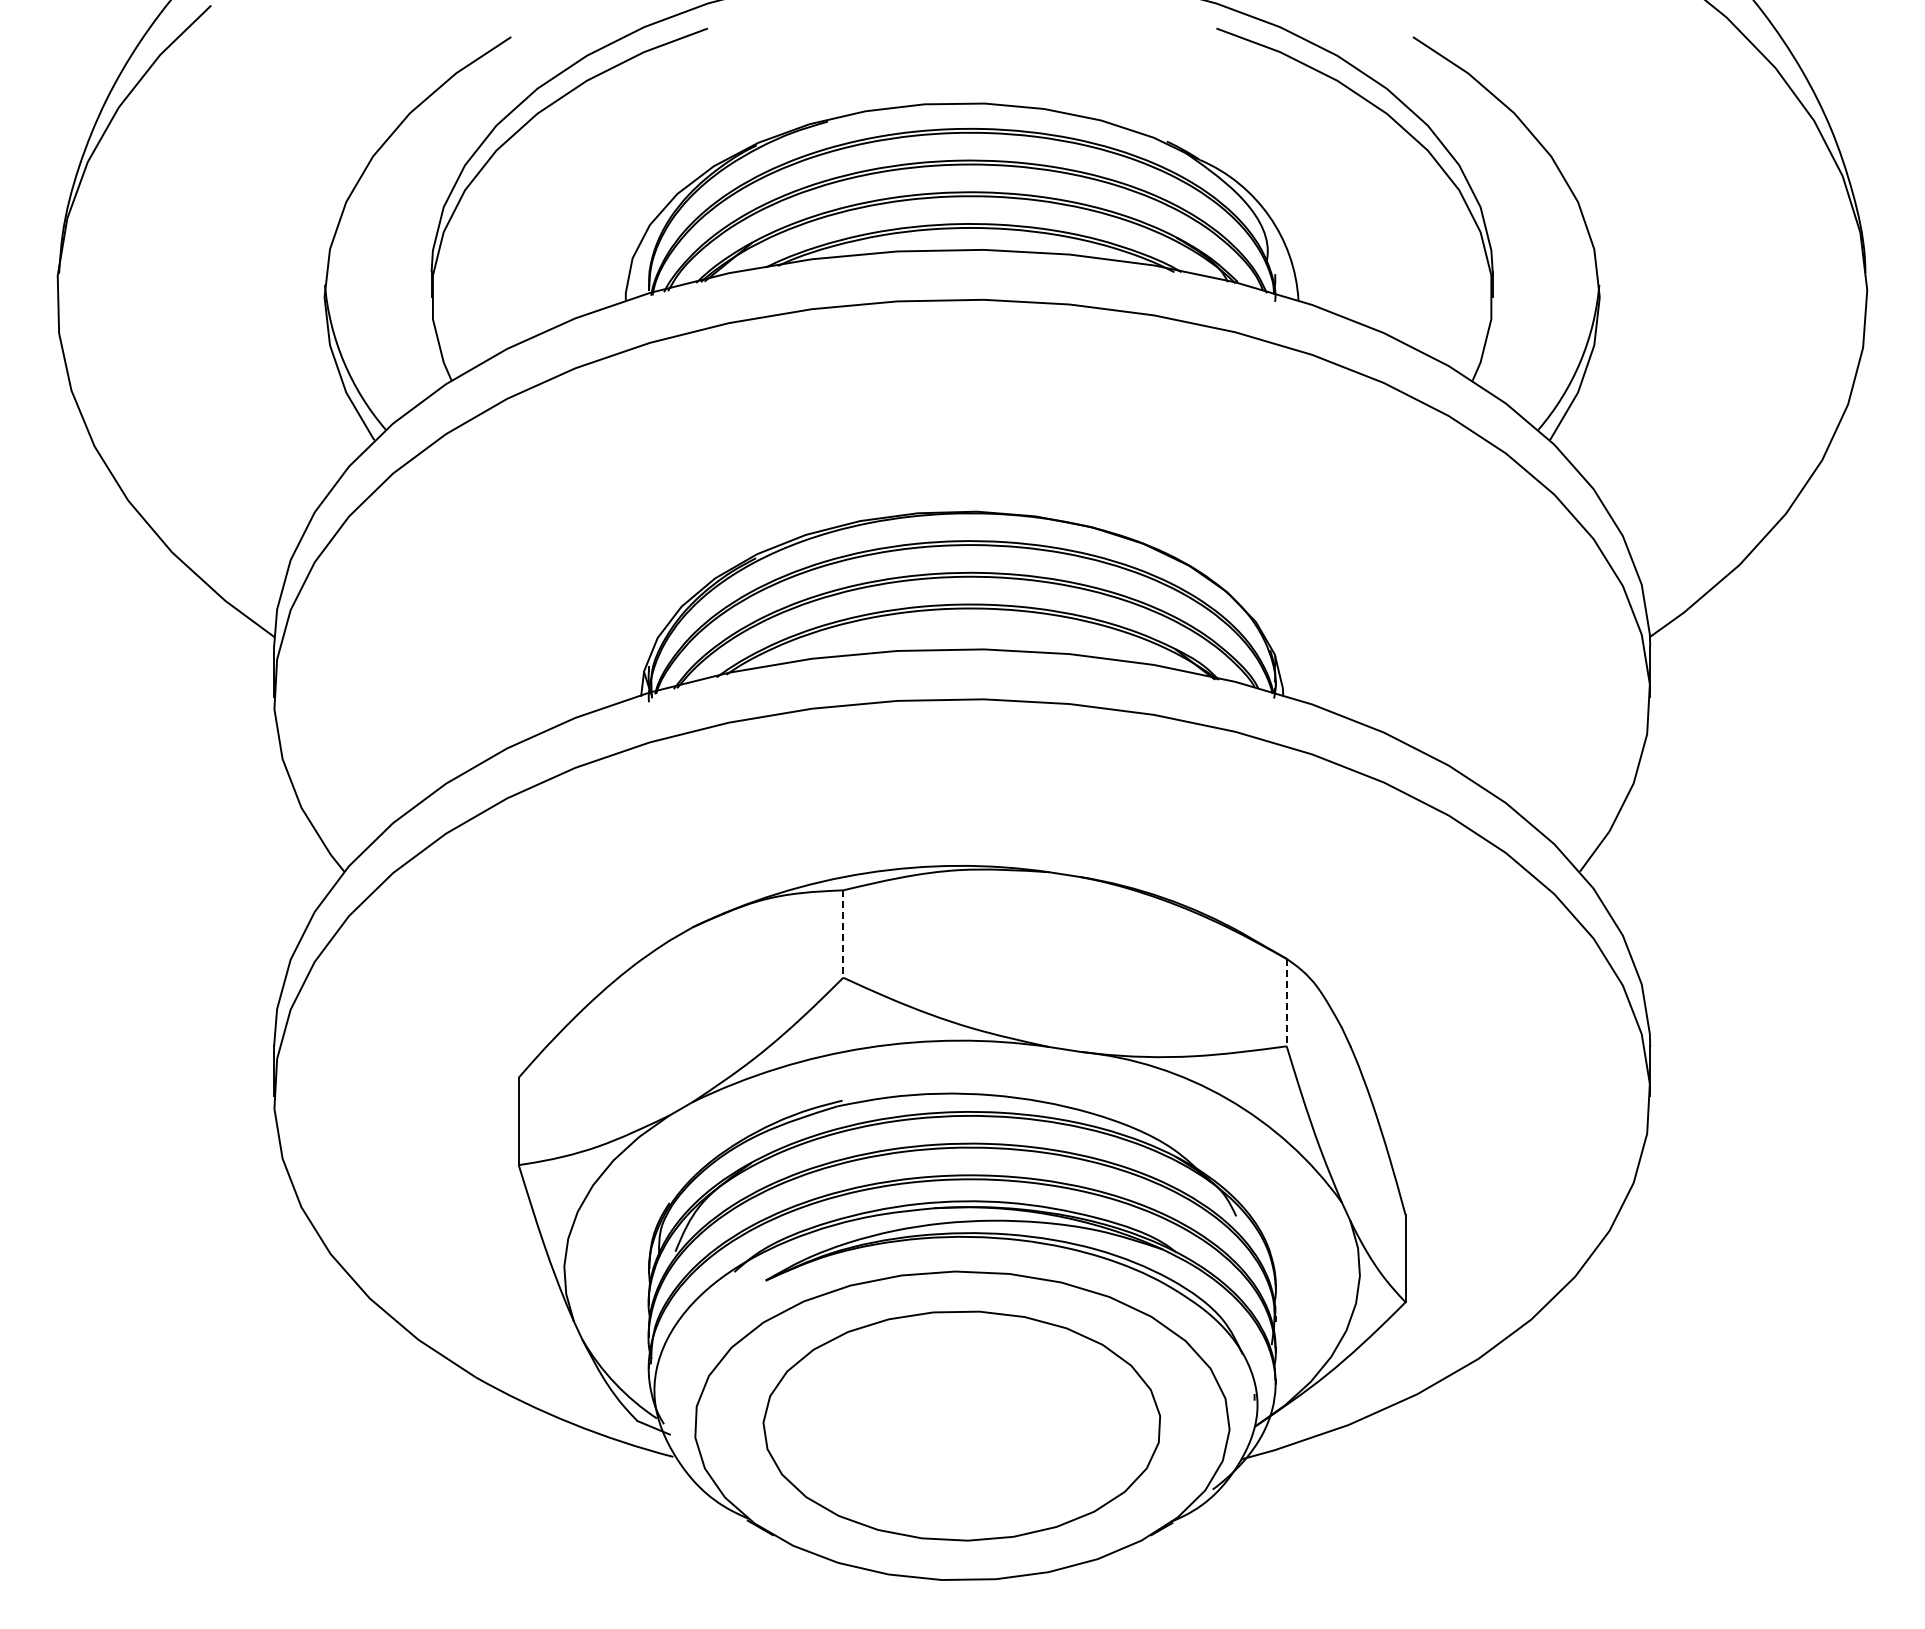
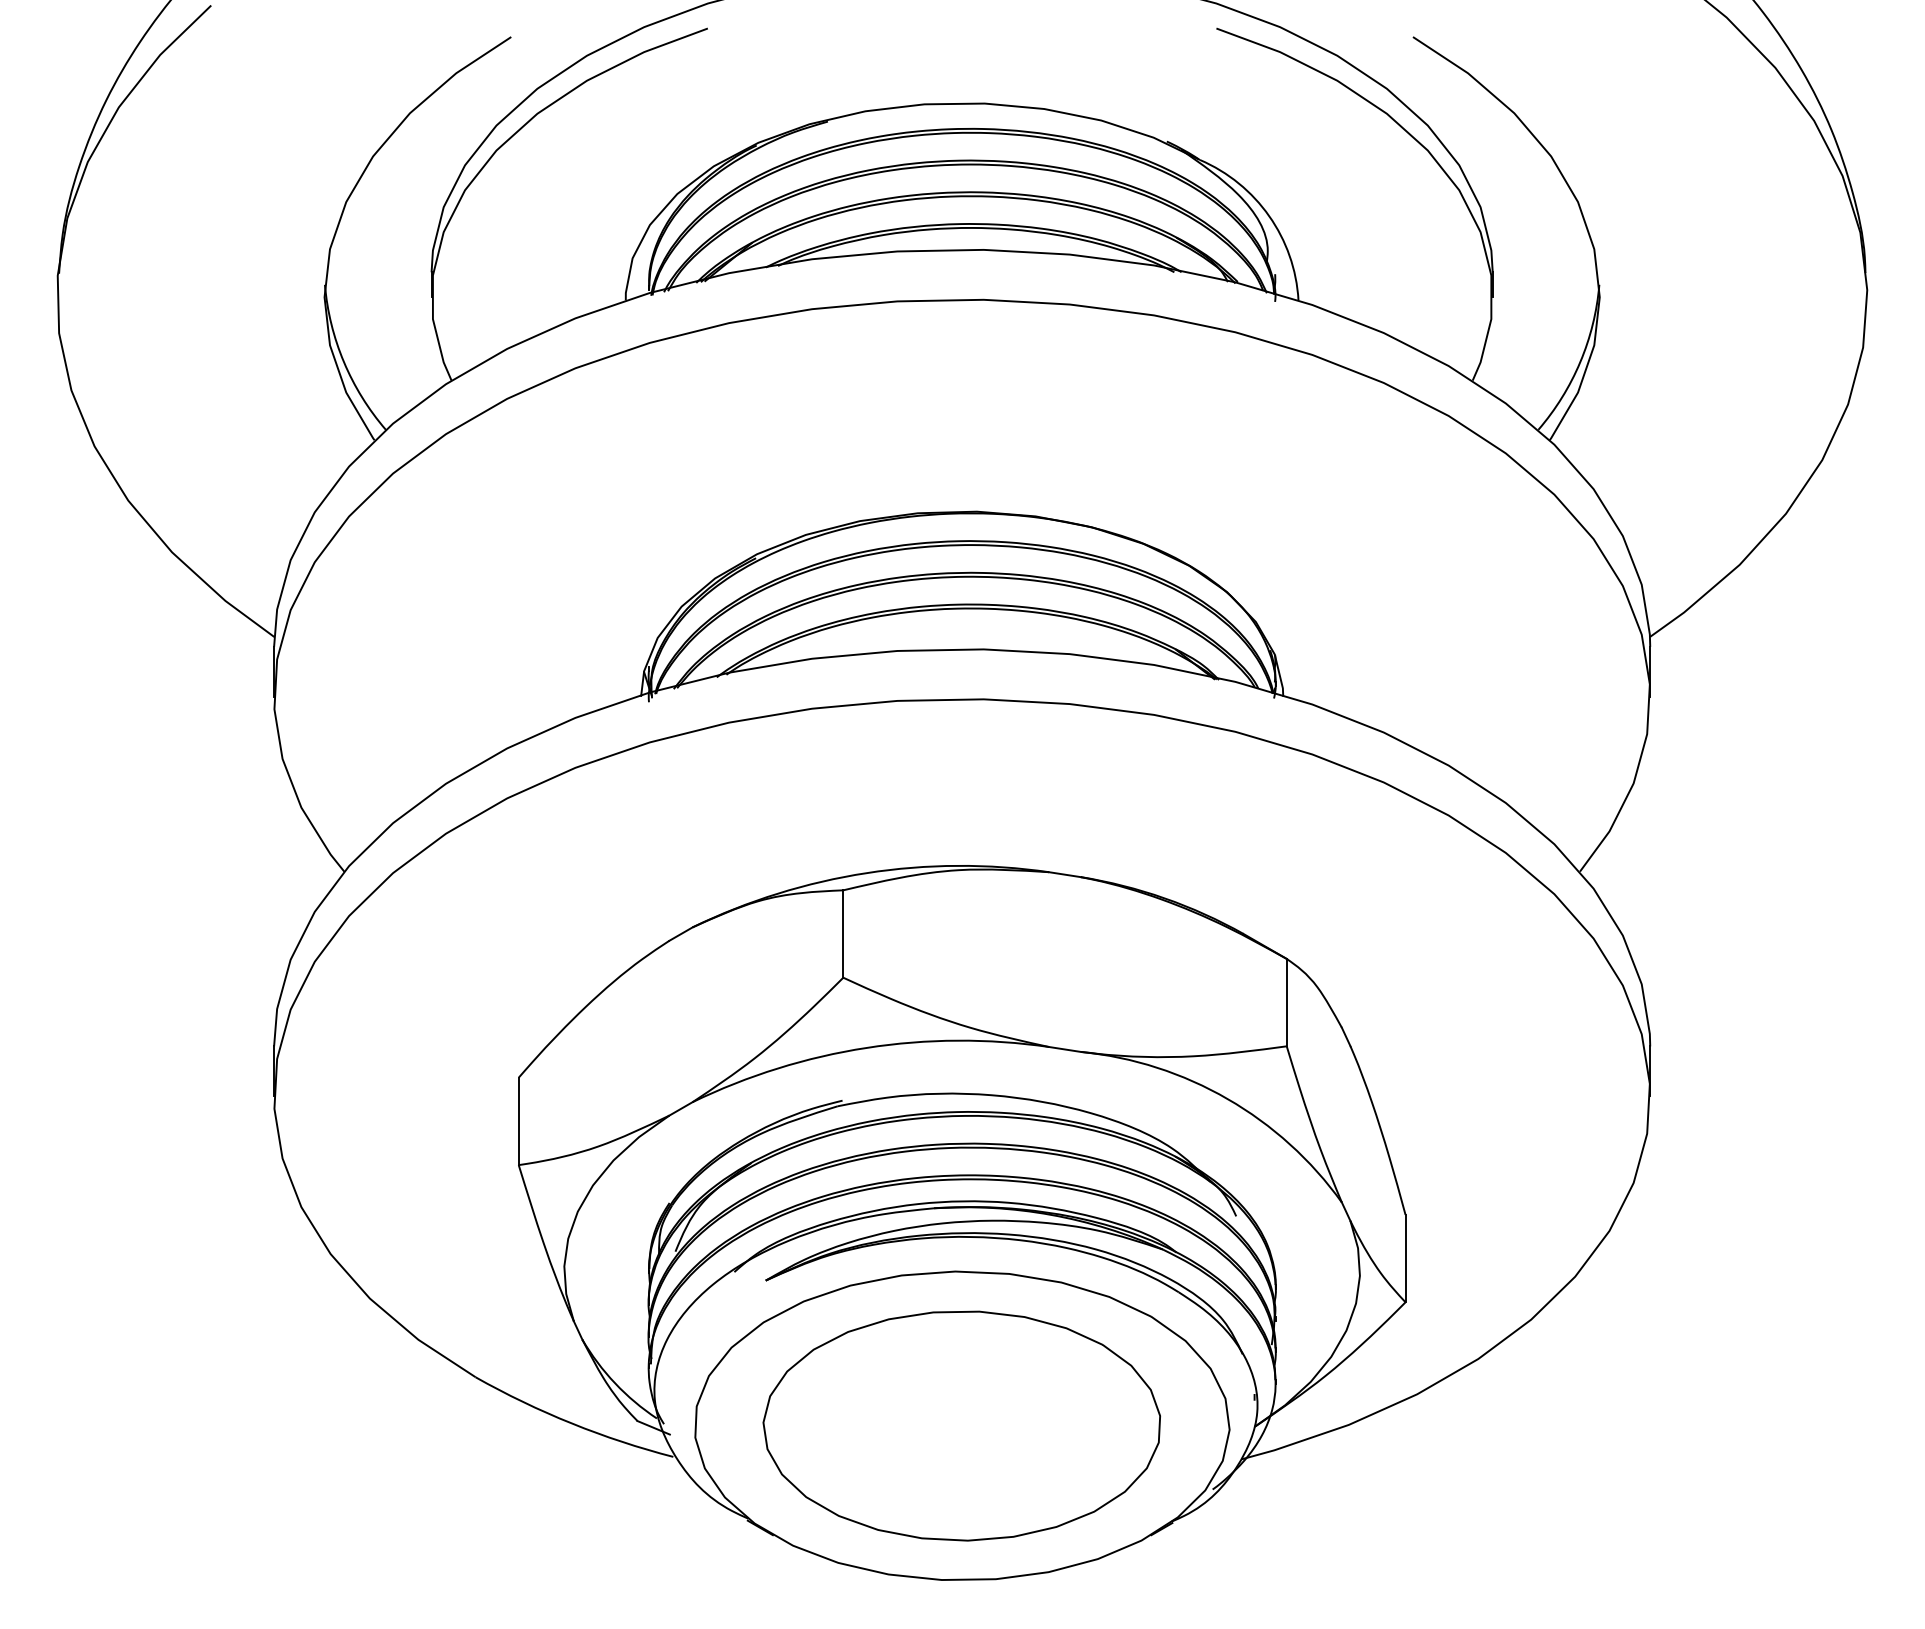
line at (843, 934): dashed -> solid
line at (1286, 1002): dashed -> solid
